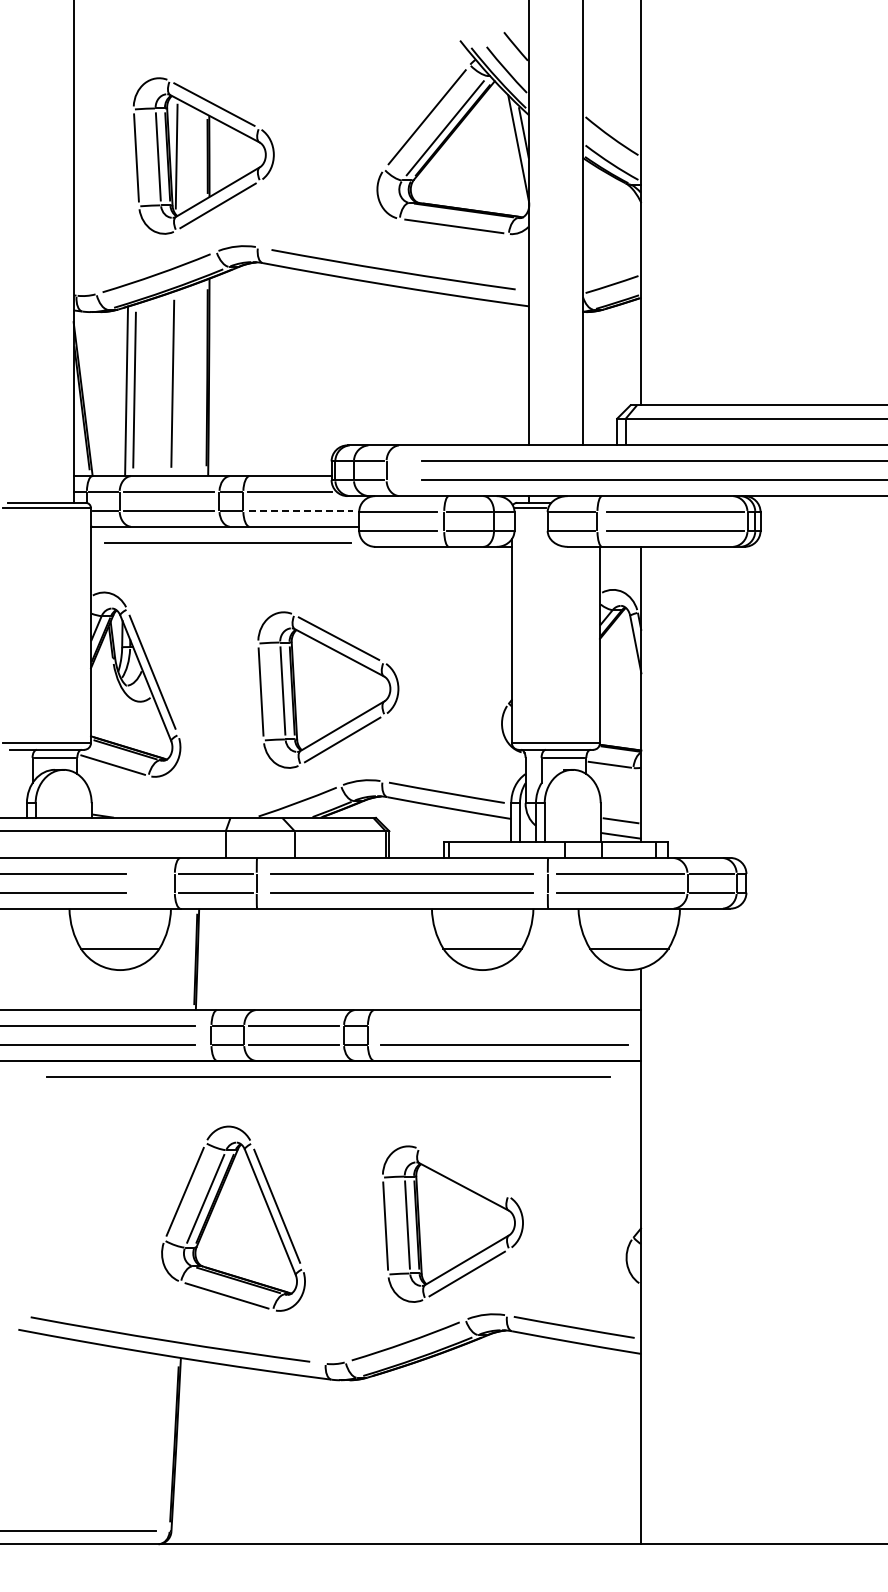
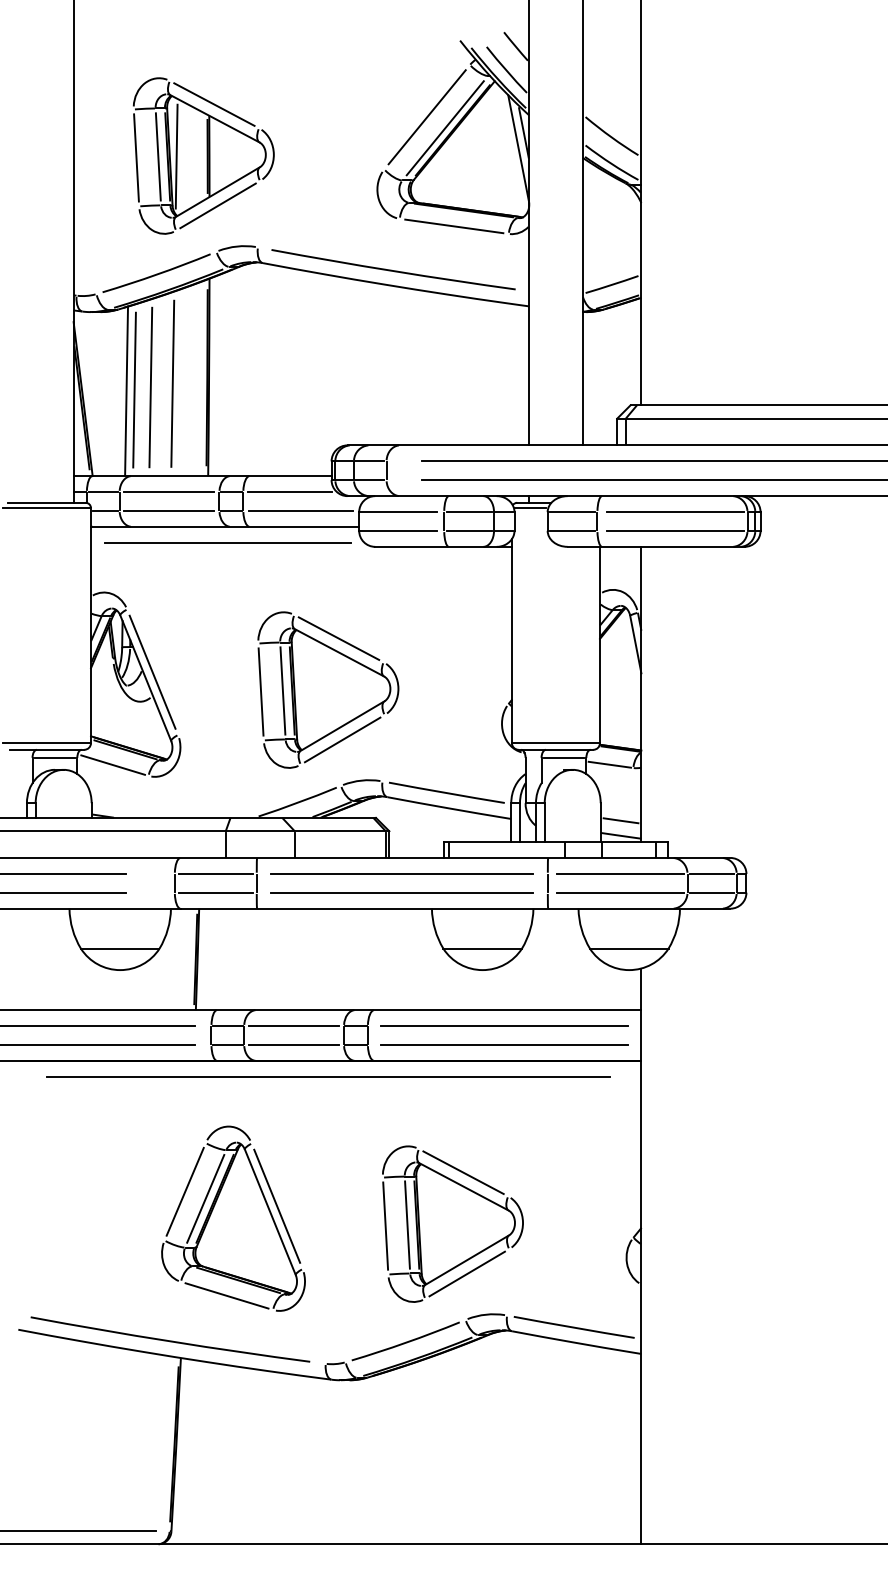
line at (150, 387): none -> present
line at (301, 510): dashed -> solid
line at (504, 1026): none -> present
line at (463, 1172): none -> present
